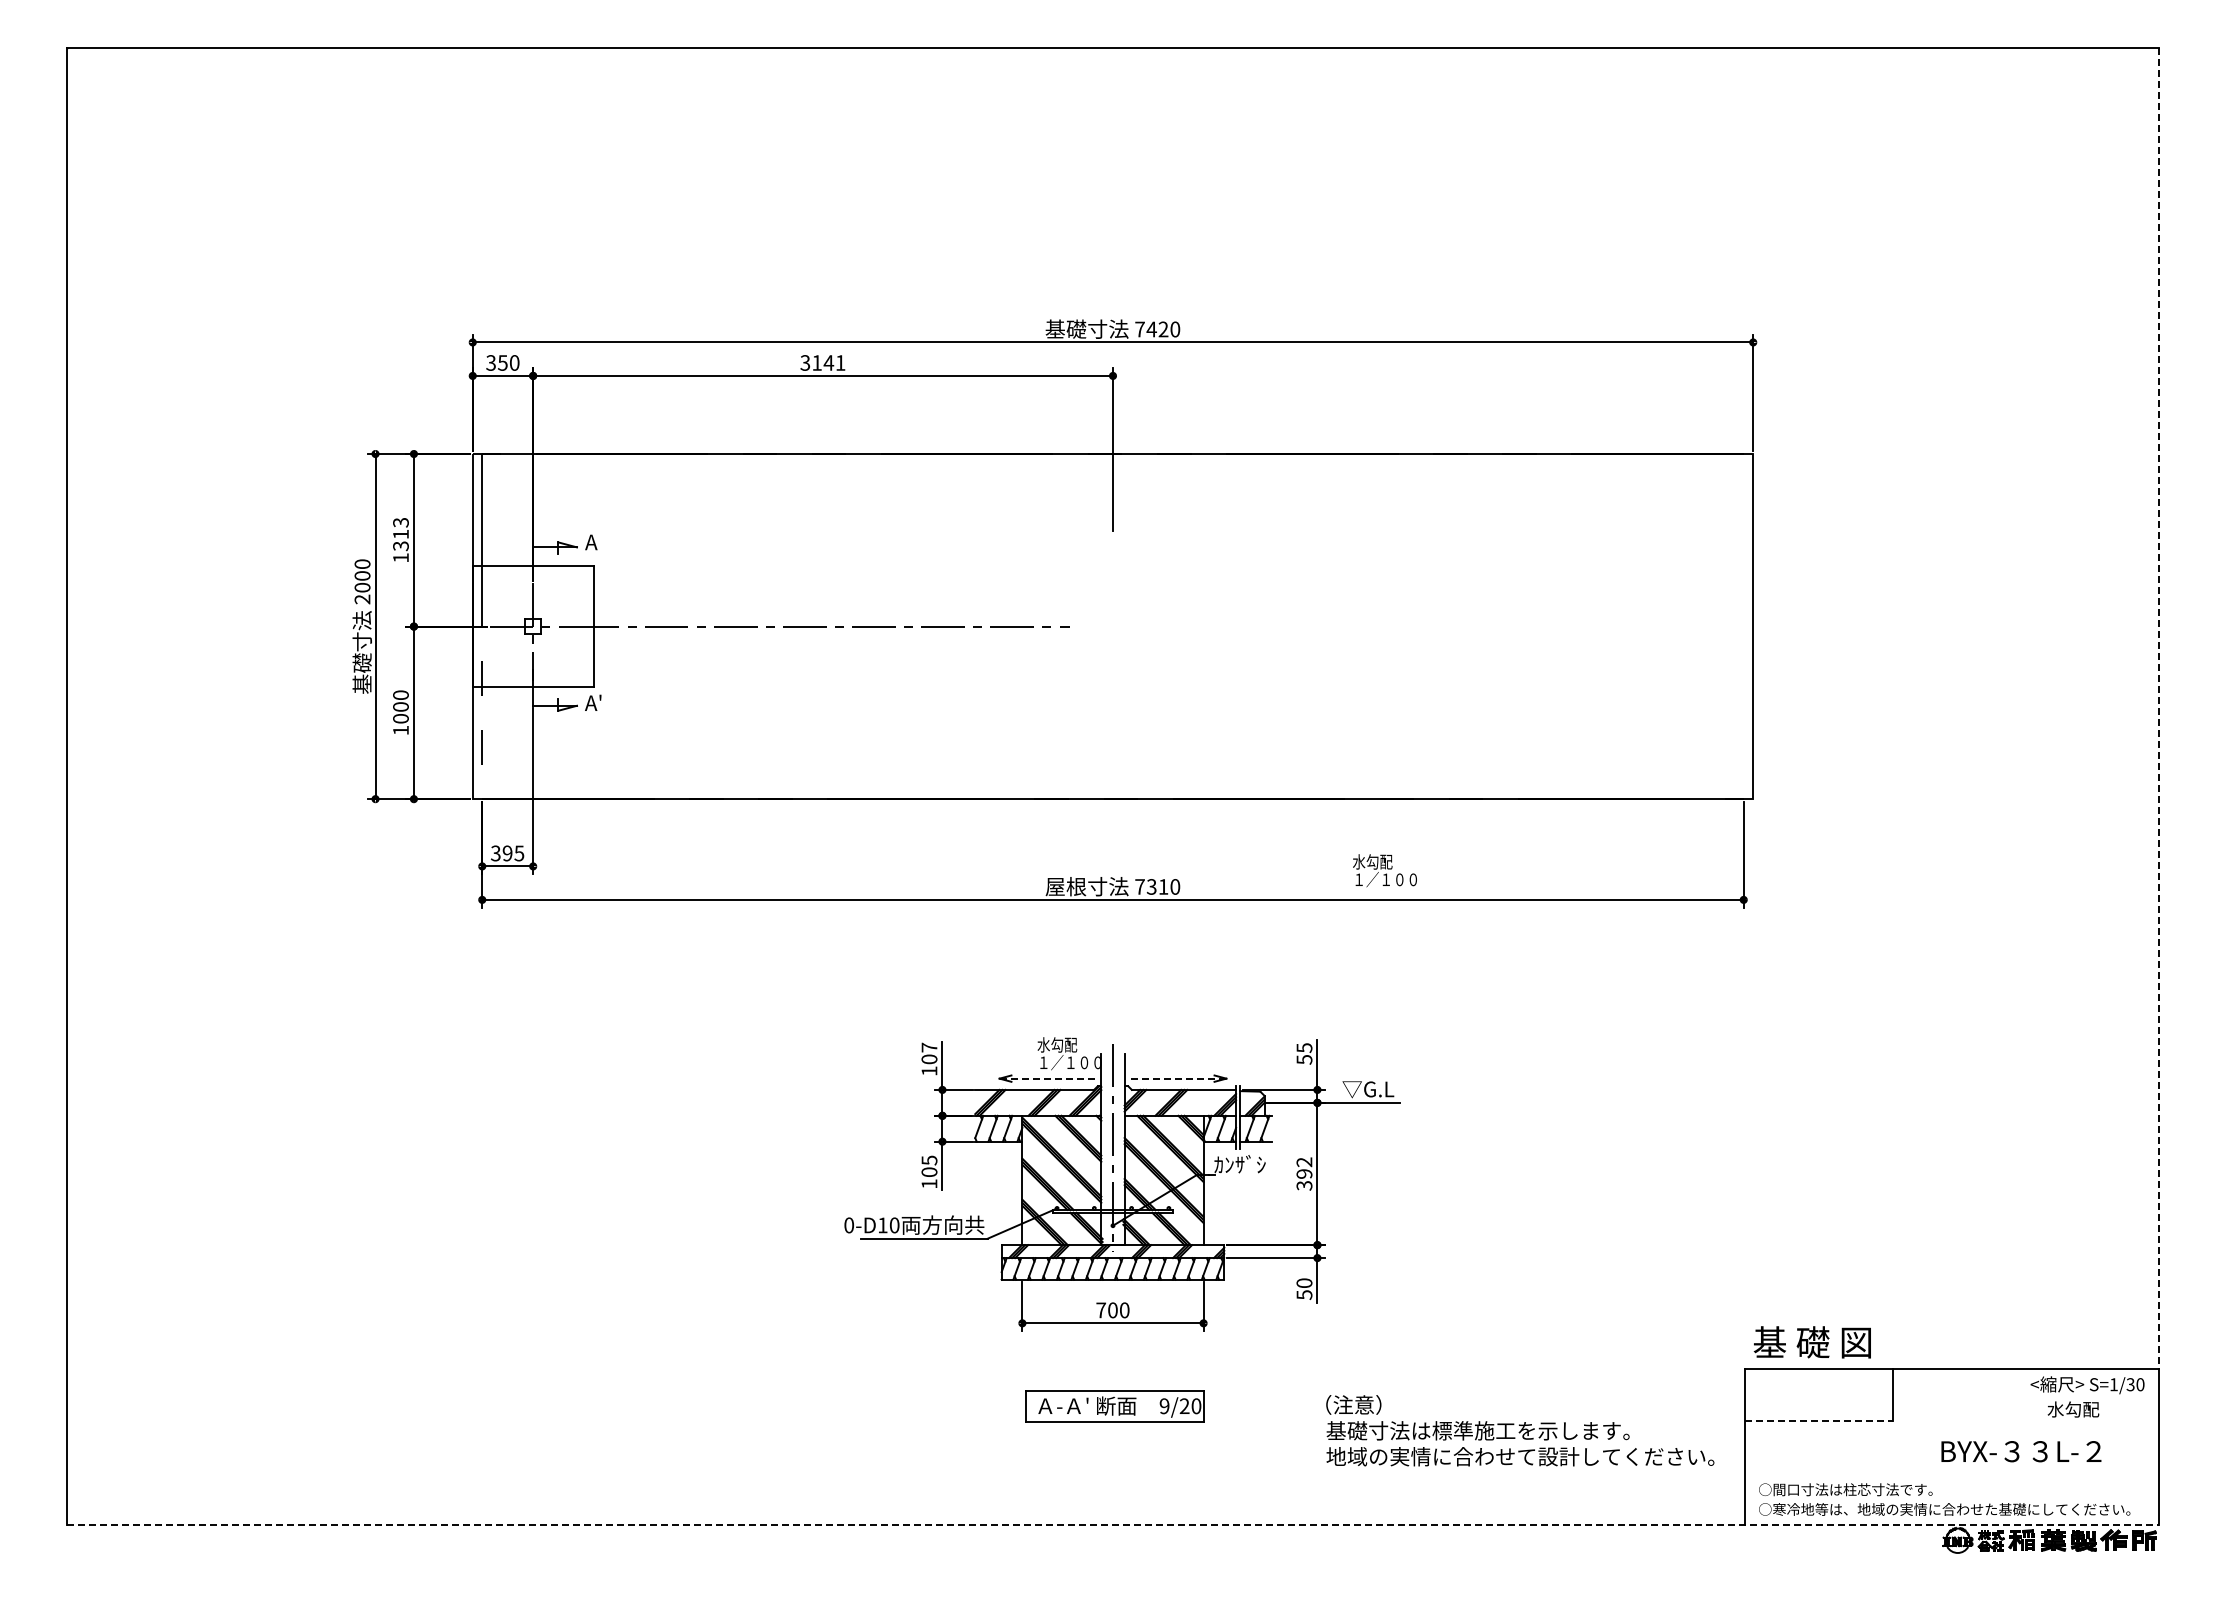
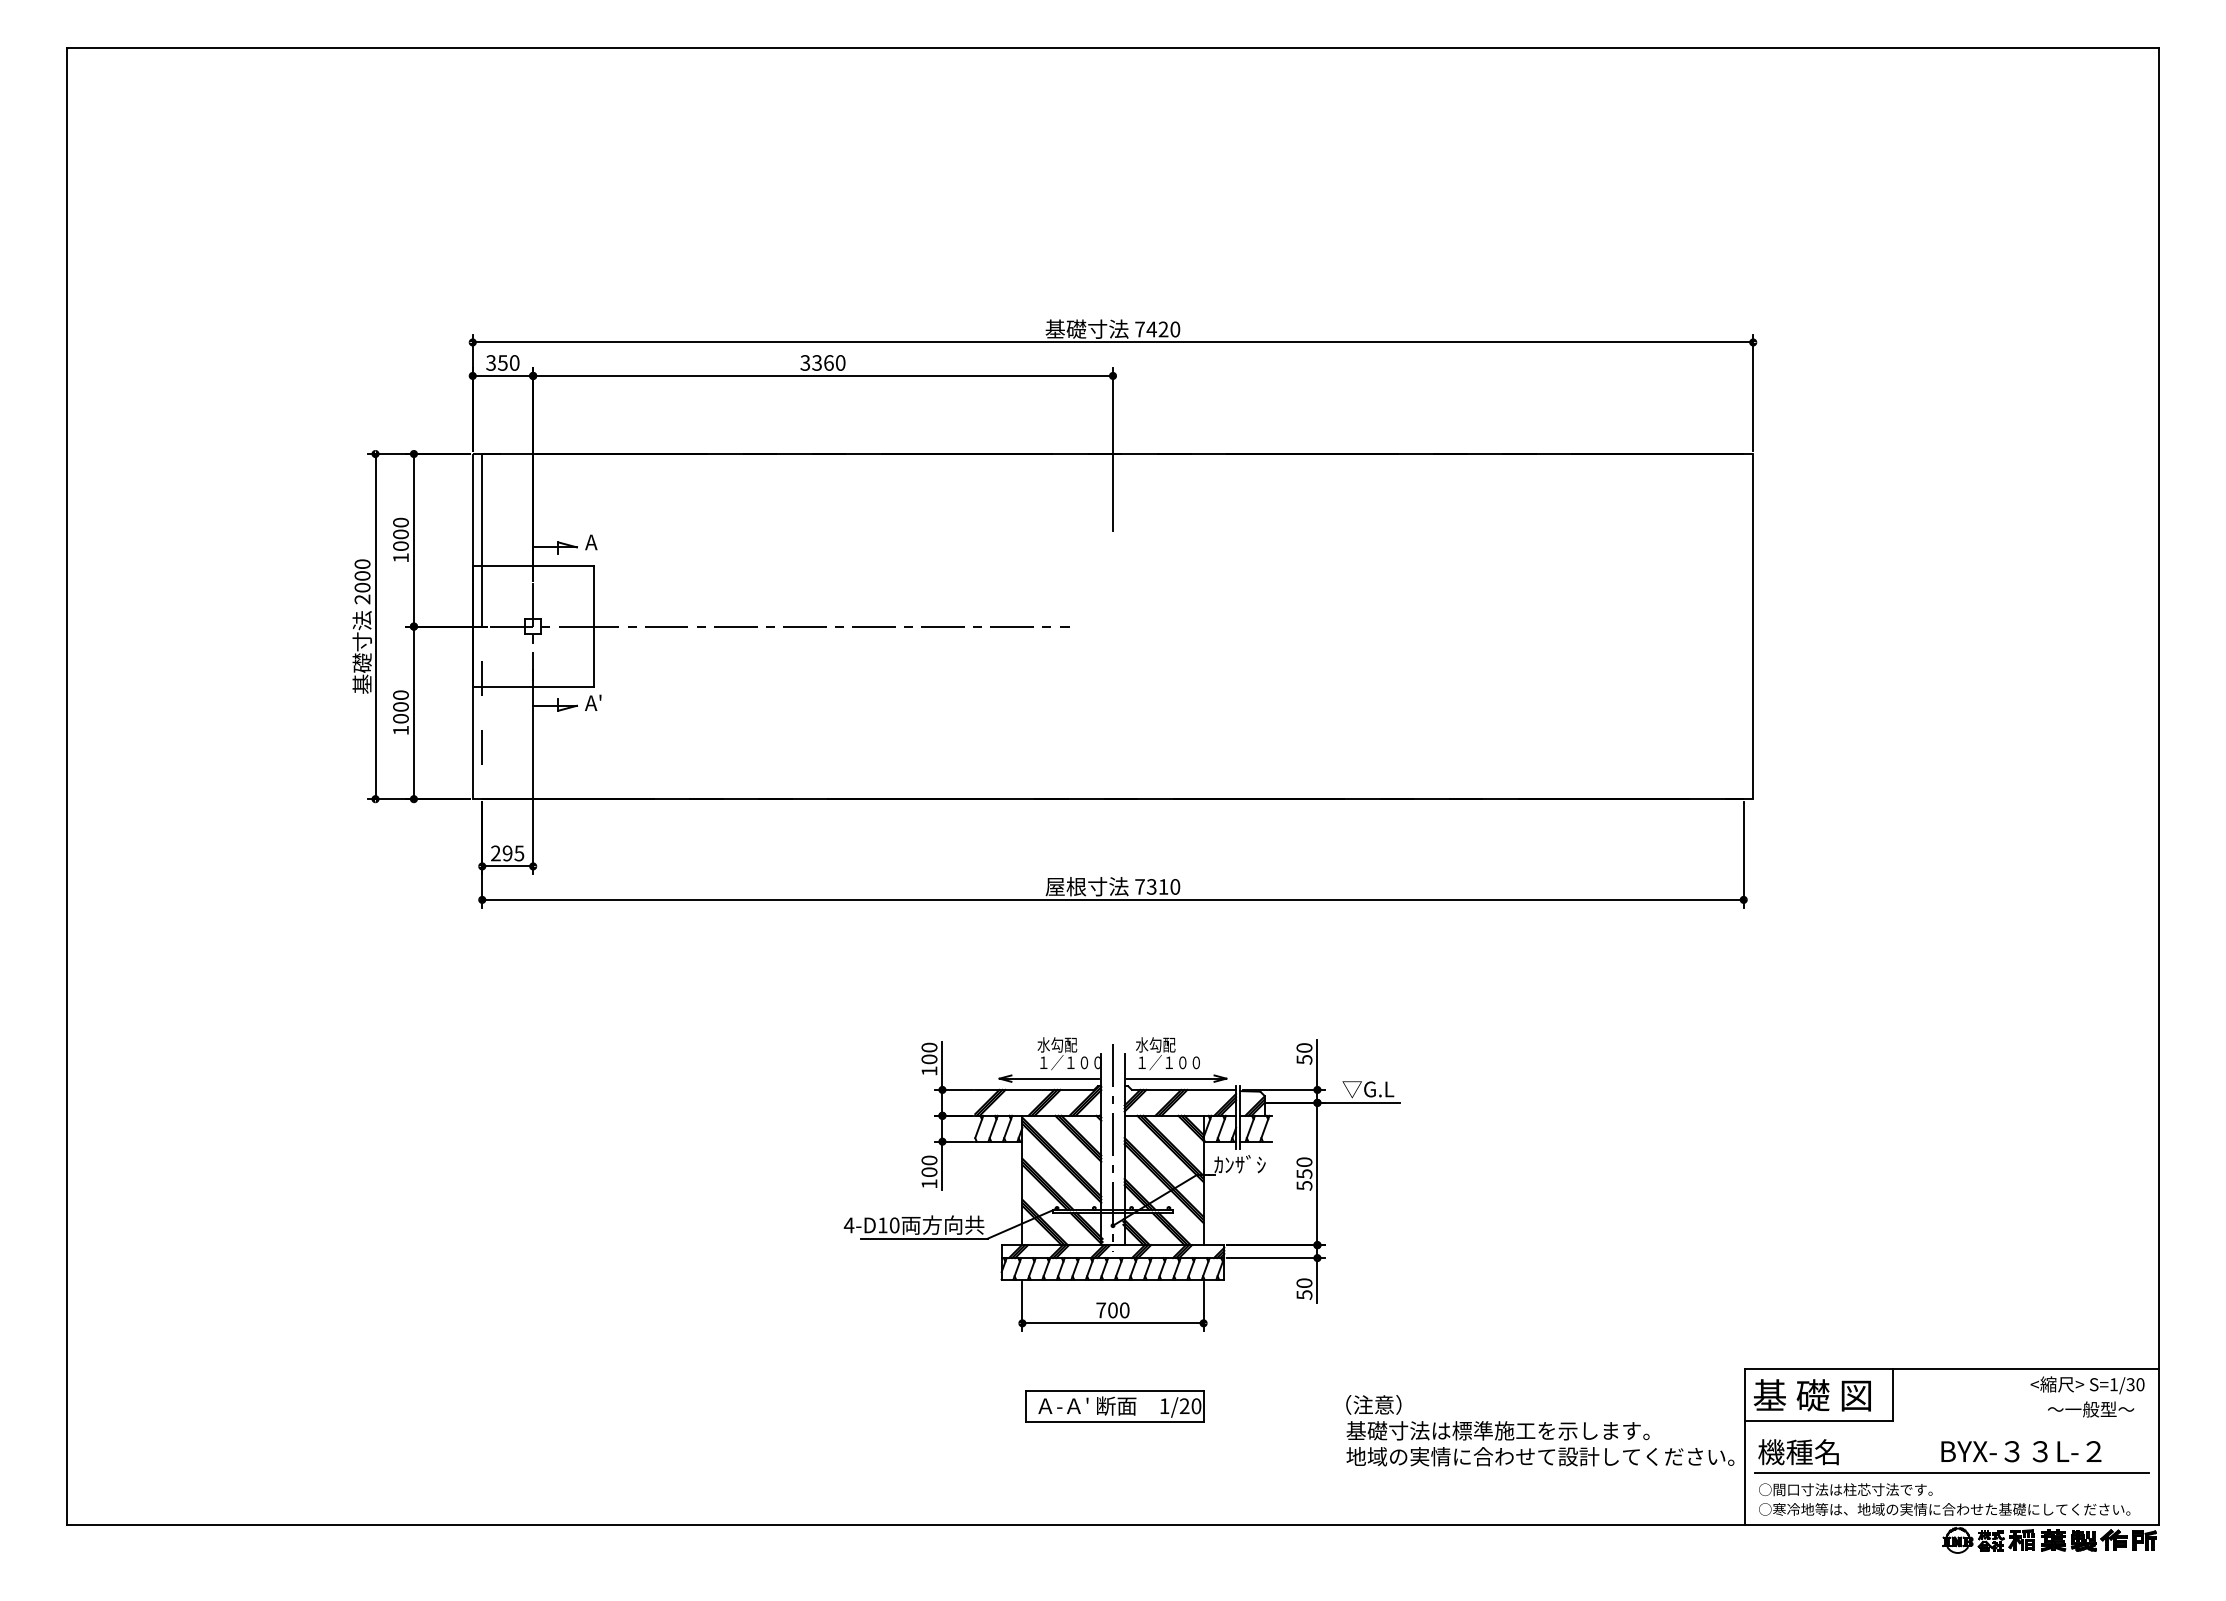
text at (828, 362): 3141 -> 3360
text at (400, 534): 1313 -> 1000
line at (2159, 708): dashed -> solid
text at (495, 853): 395 -> 295
text at (1384, 870) position: (1384, 870) -> (1167, 1053)
text at (929, 1047): 107 -> 100
text at (1304, 1048): 55 -> 50
line at (1049, 1078): dashed -> solid
line at (1176, 1078): dashed -> solid
text at (929, 1160): 105 -> 100
text at (1304, 1173): 392 -> 550
text at (848, 1225): 0-D10 -> 4-D10
text at (1811, 1342) position: (1811, 1342) -> (1811, 1395)
text at (1164, 1406): 9/20 -> 1/20
text at (2090, 1409): 水勾配 -> ～一般型～
line at (1819, 1421): dashed -> solid
text at (1520, 1430) position: (1520, 1430) -> (1540, 1430)
part at (1951, 1472): none -> present
line at (1113, 1524): dashed -> solid
